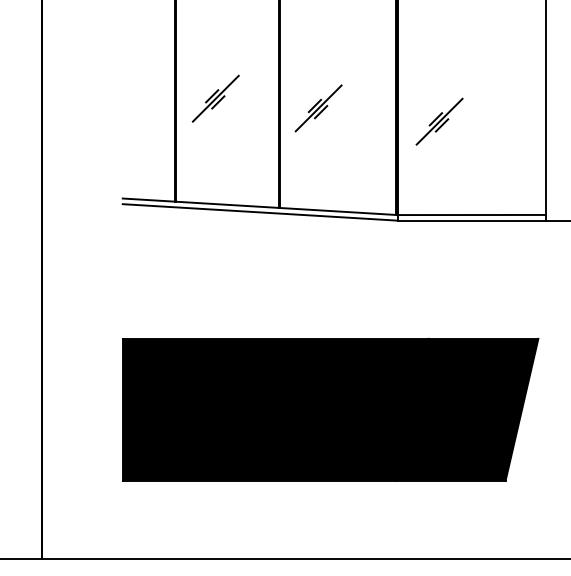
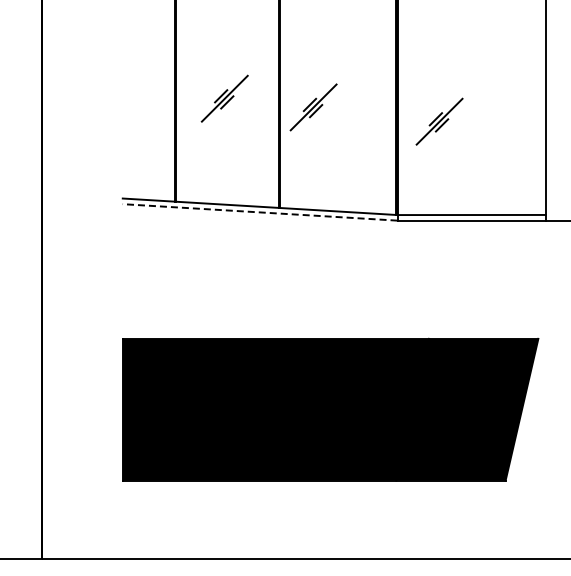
part at (215, 98) position: (215, 98) -> (224, 98)
part at (318, 108) position: (318, 108) -> (313, 107)
line at (260, 212): solid -> dashed
